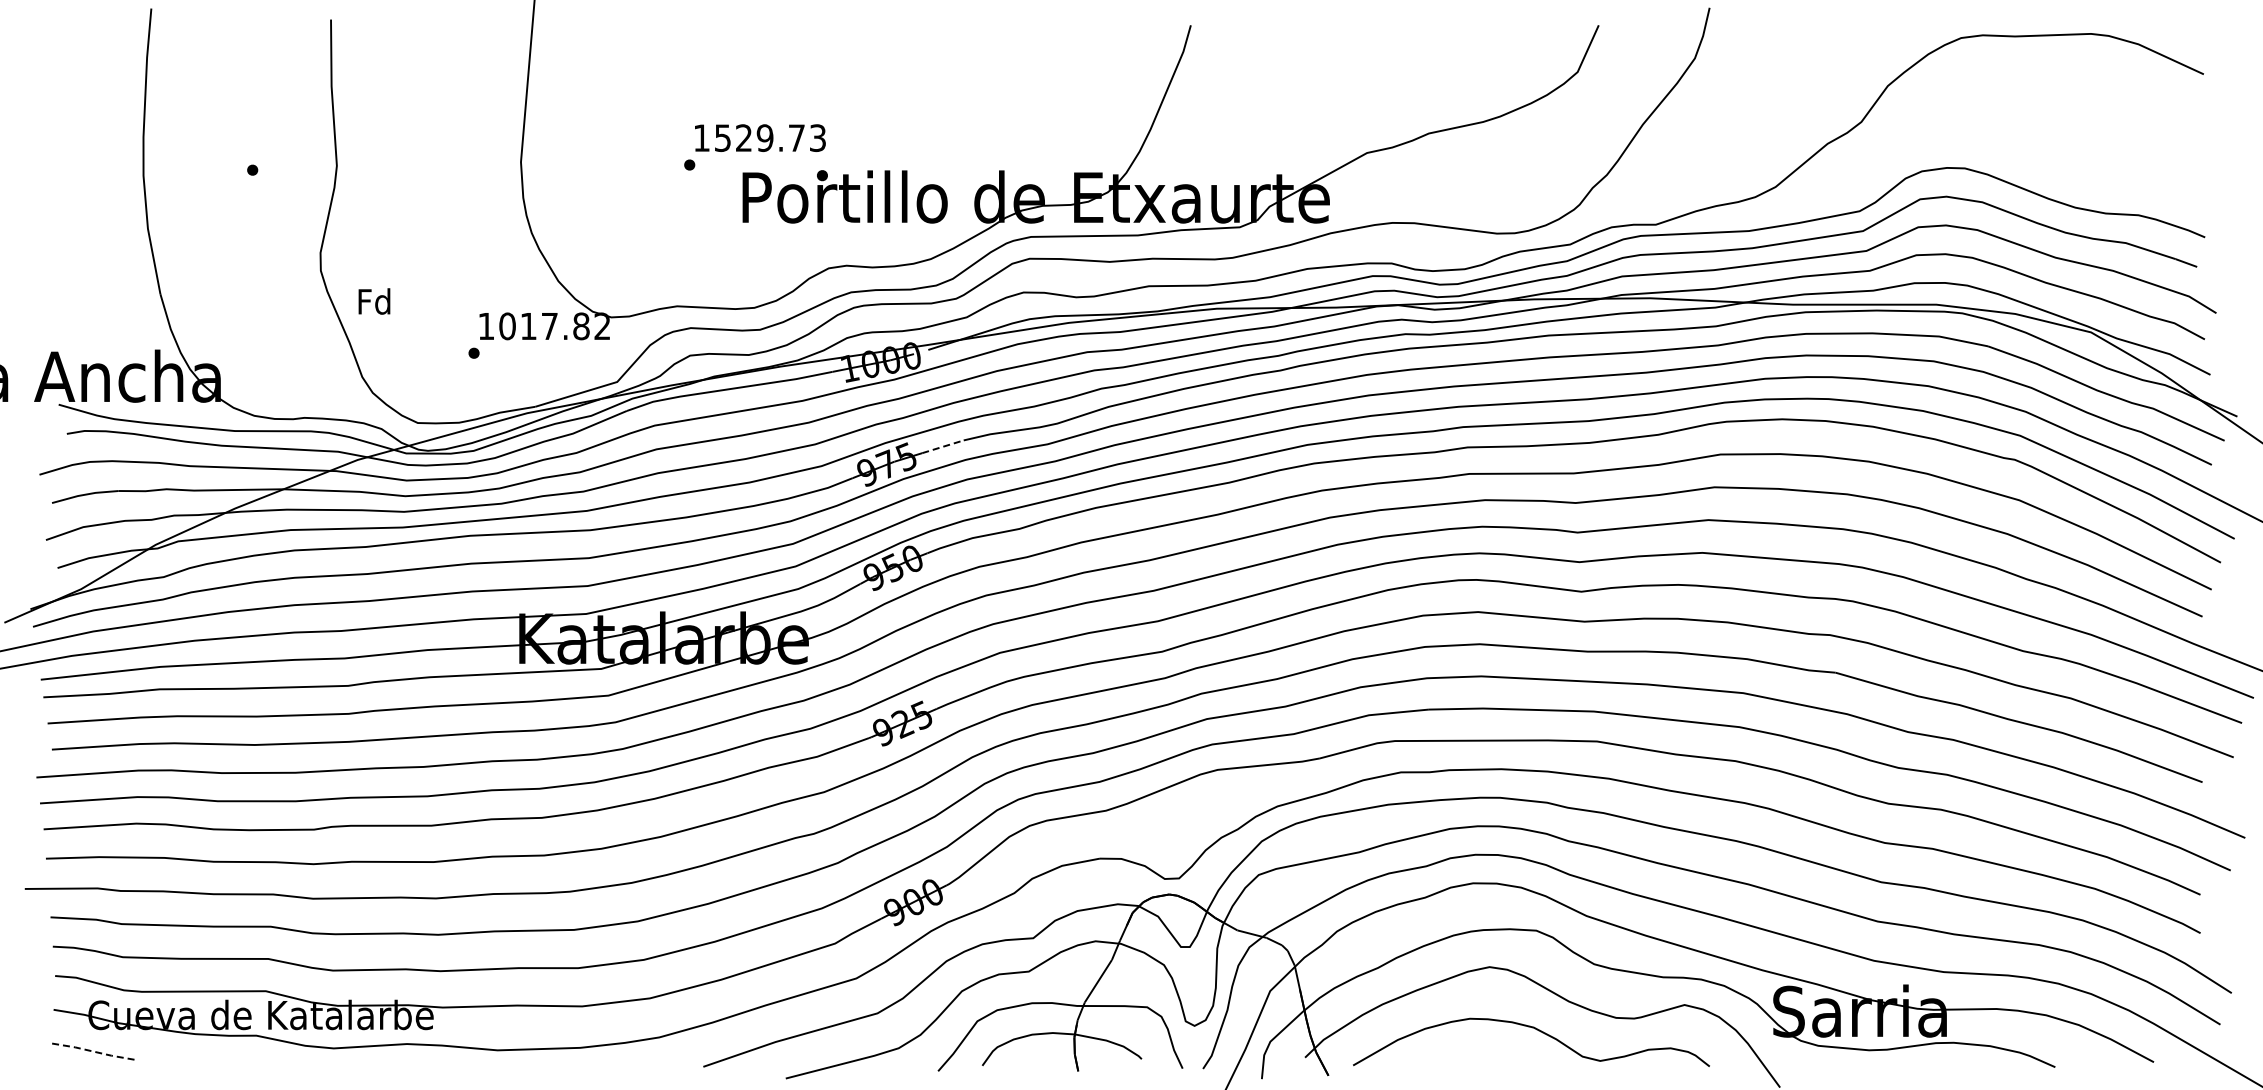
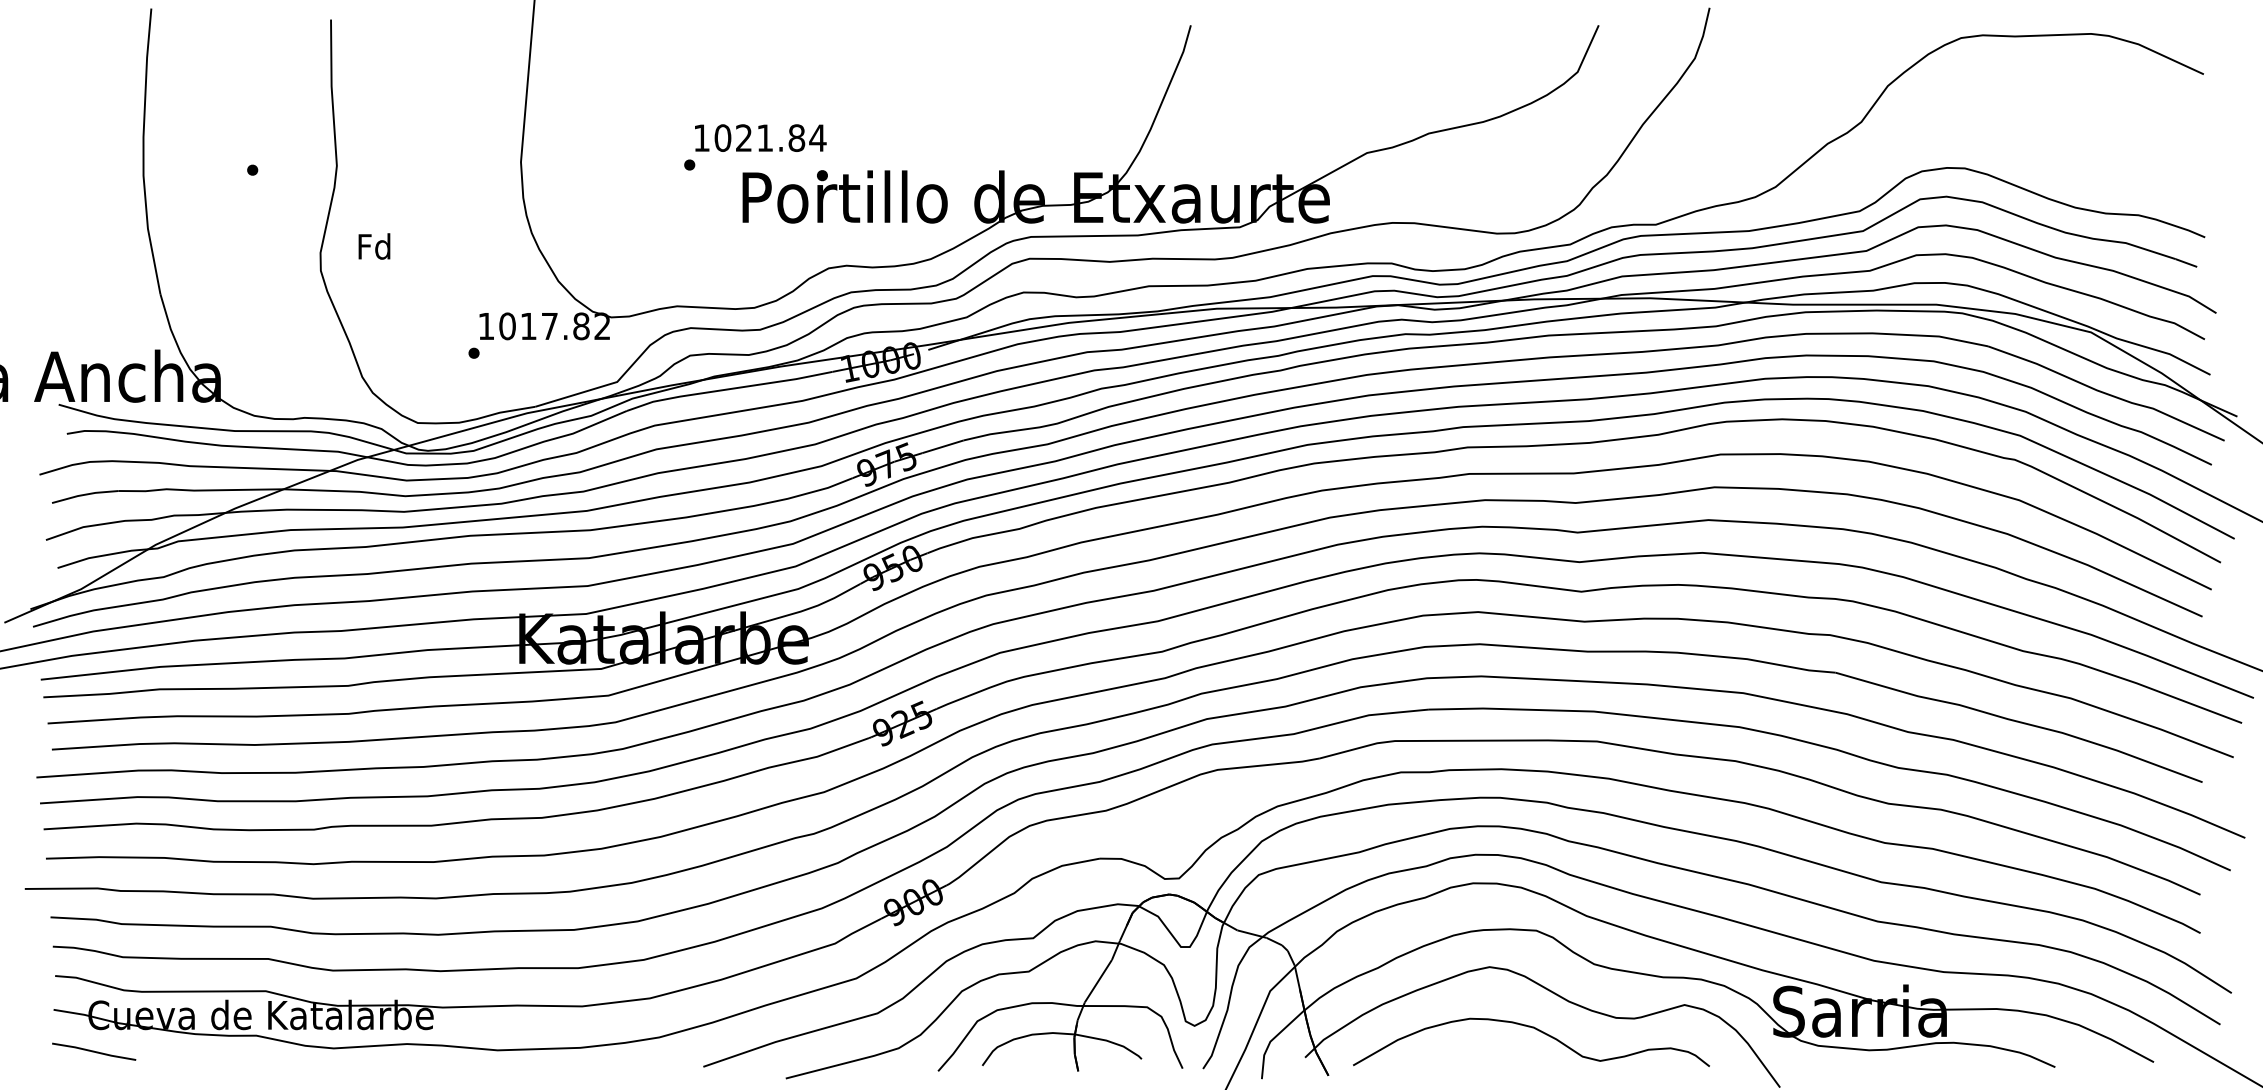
text at (770, 138): 1529.73 -> 1021.84
text at (374, 301) position: (374, 301) -> (374, 246)
line at (942, 446): dashed -> solid
line at (94, 1051): dashed -> solid
